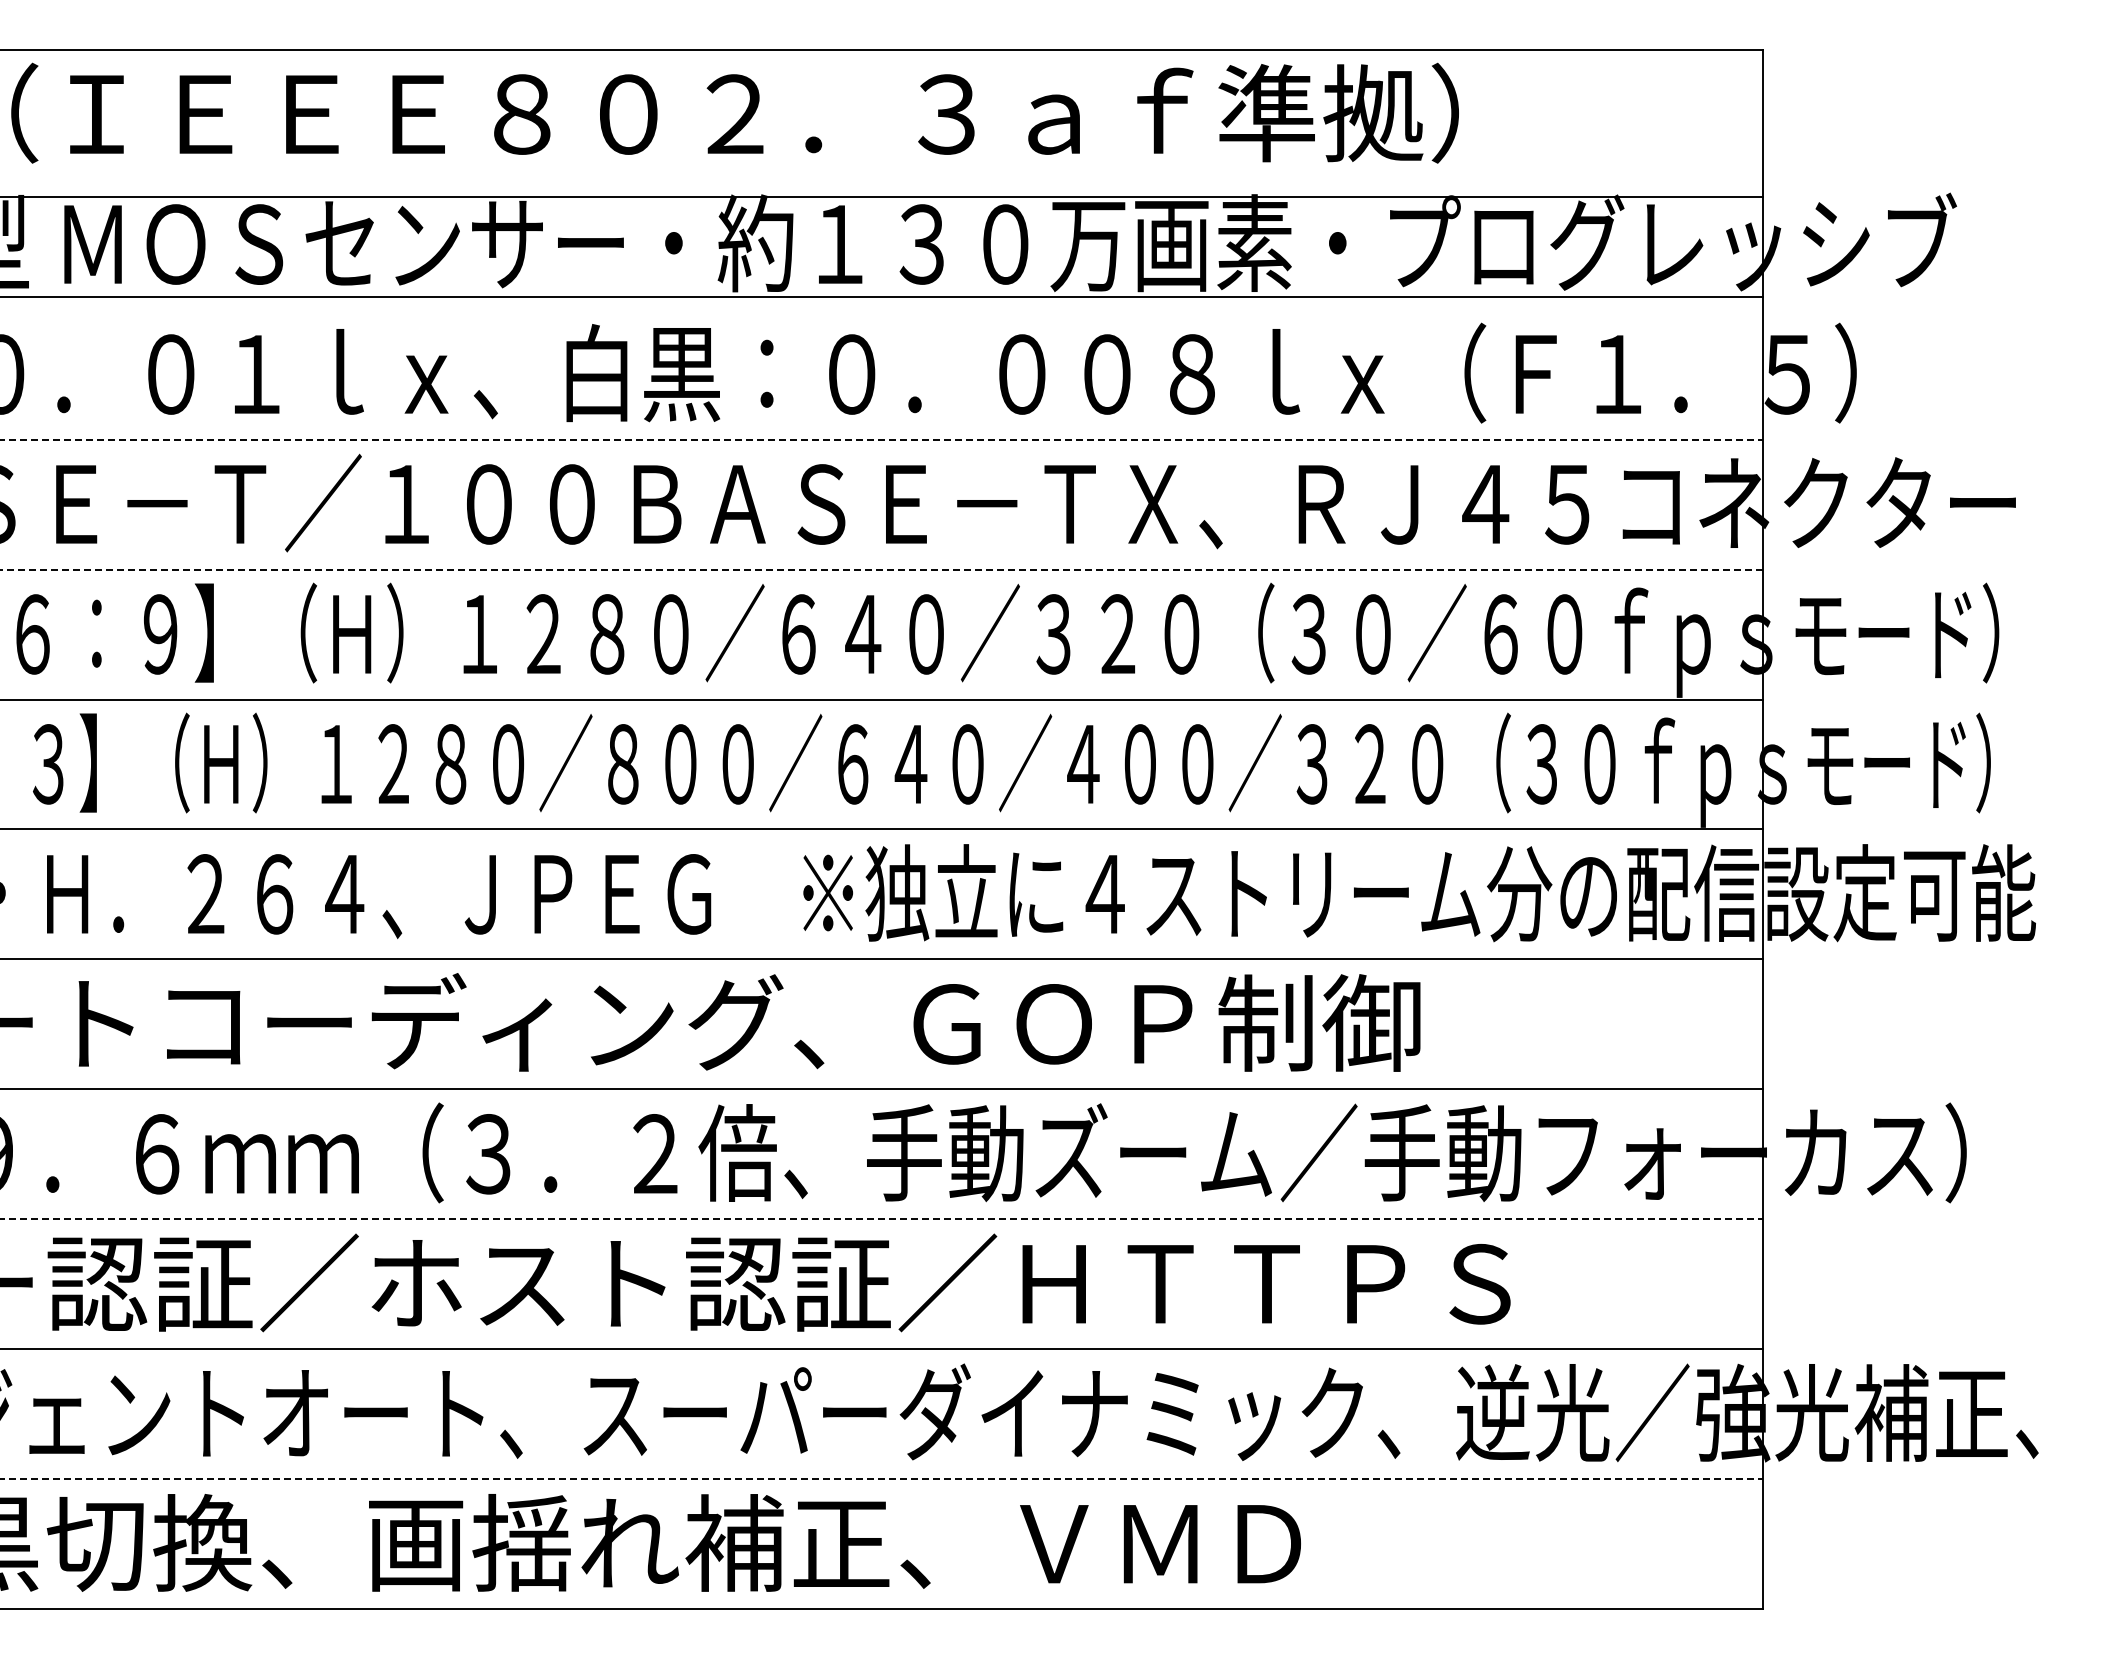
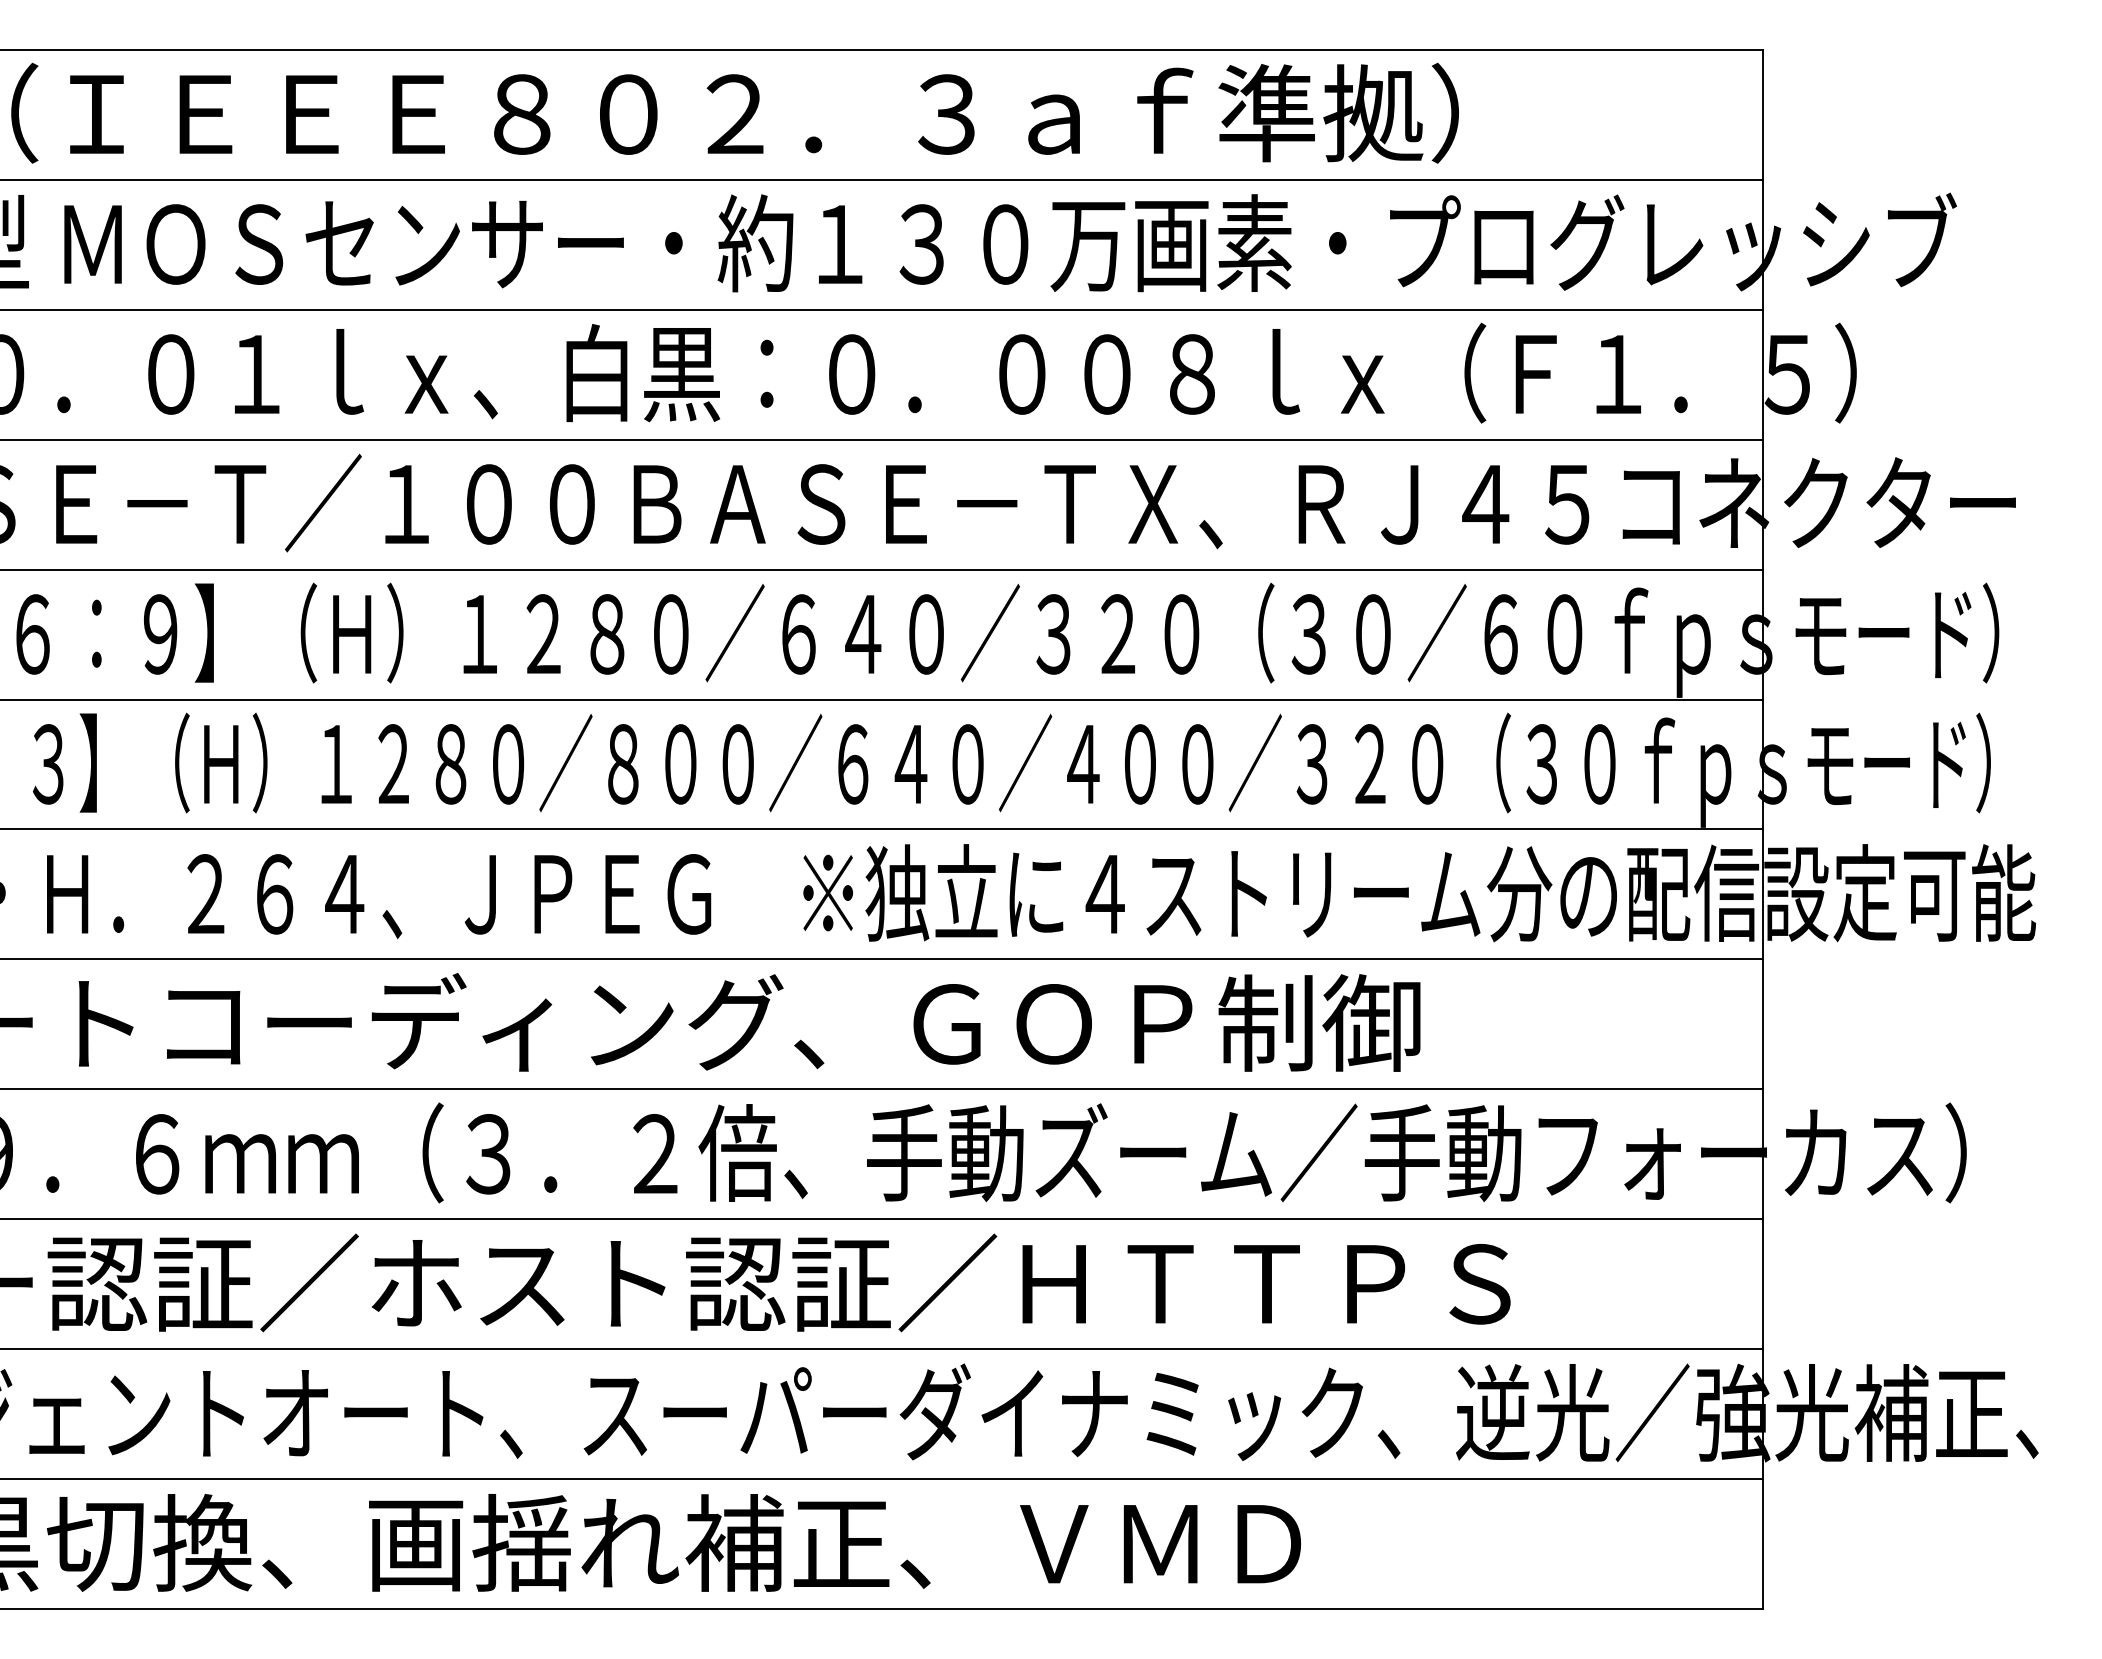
line at (882, 196) position: (882, 196) -> (882, 179)
line at (882, 296) position: (882, 296) -> (882, 309)
line at (881, 439): dashed -> solid
line at (880, 569): dashed -> solid
line at (881, 1219): dashed -> solid
line at (881, 1479): dashed -> solid
